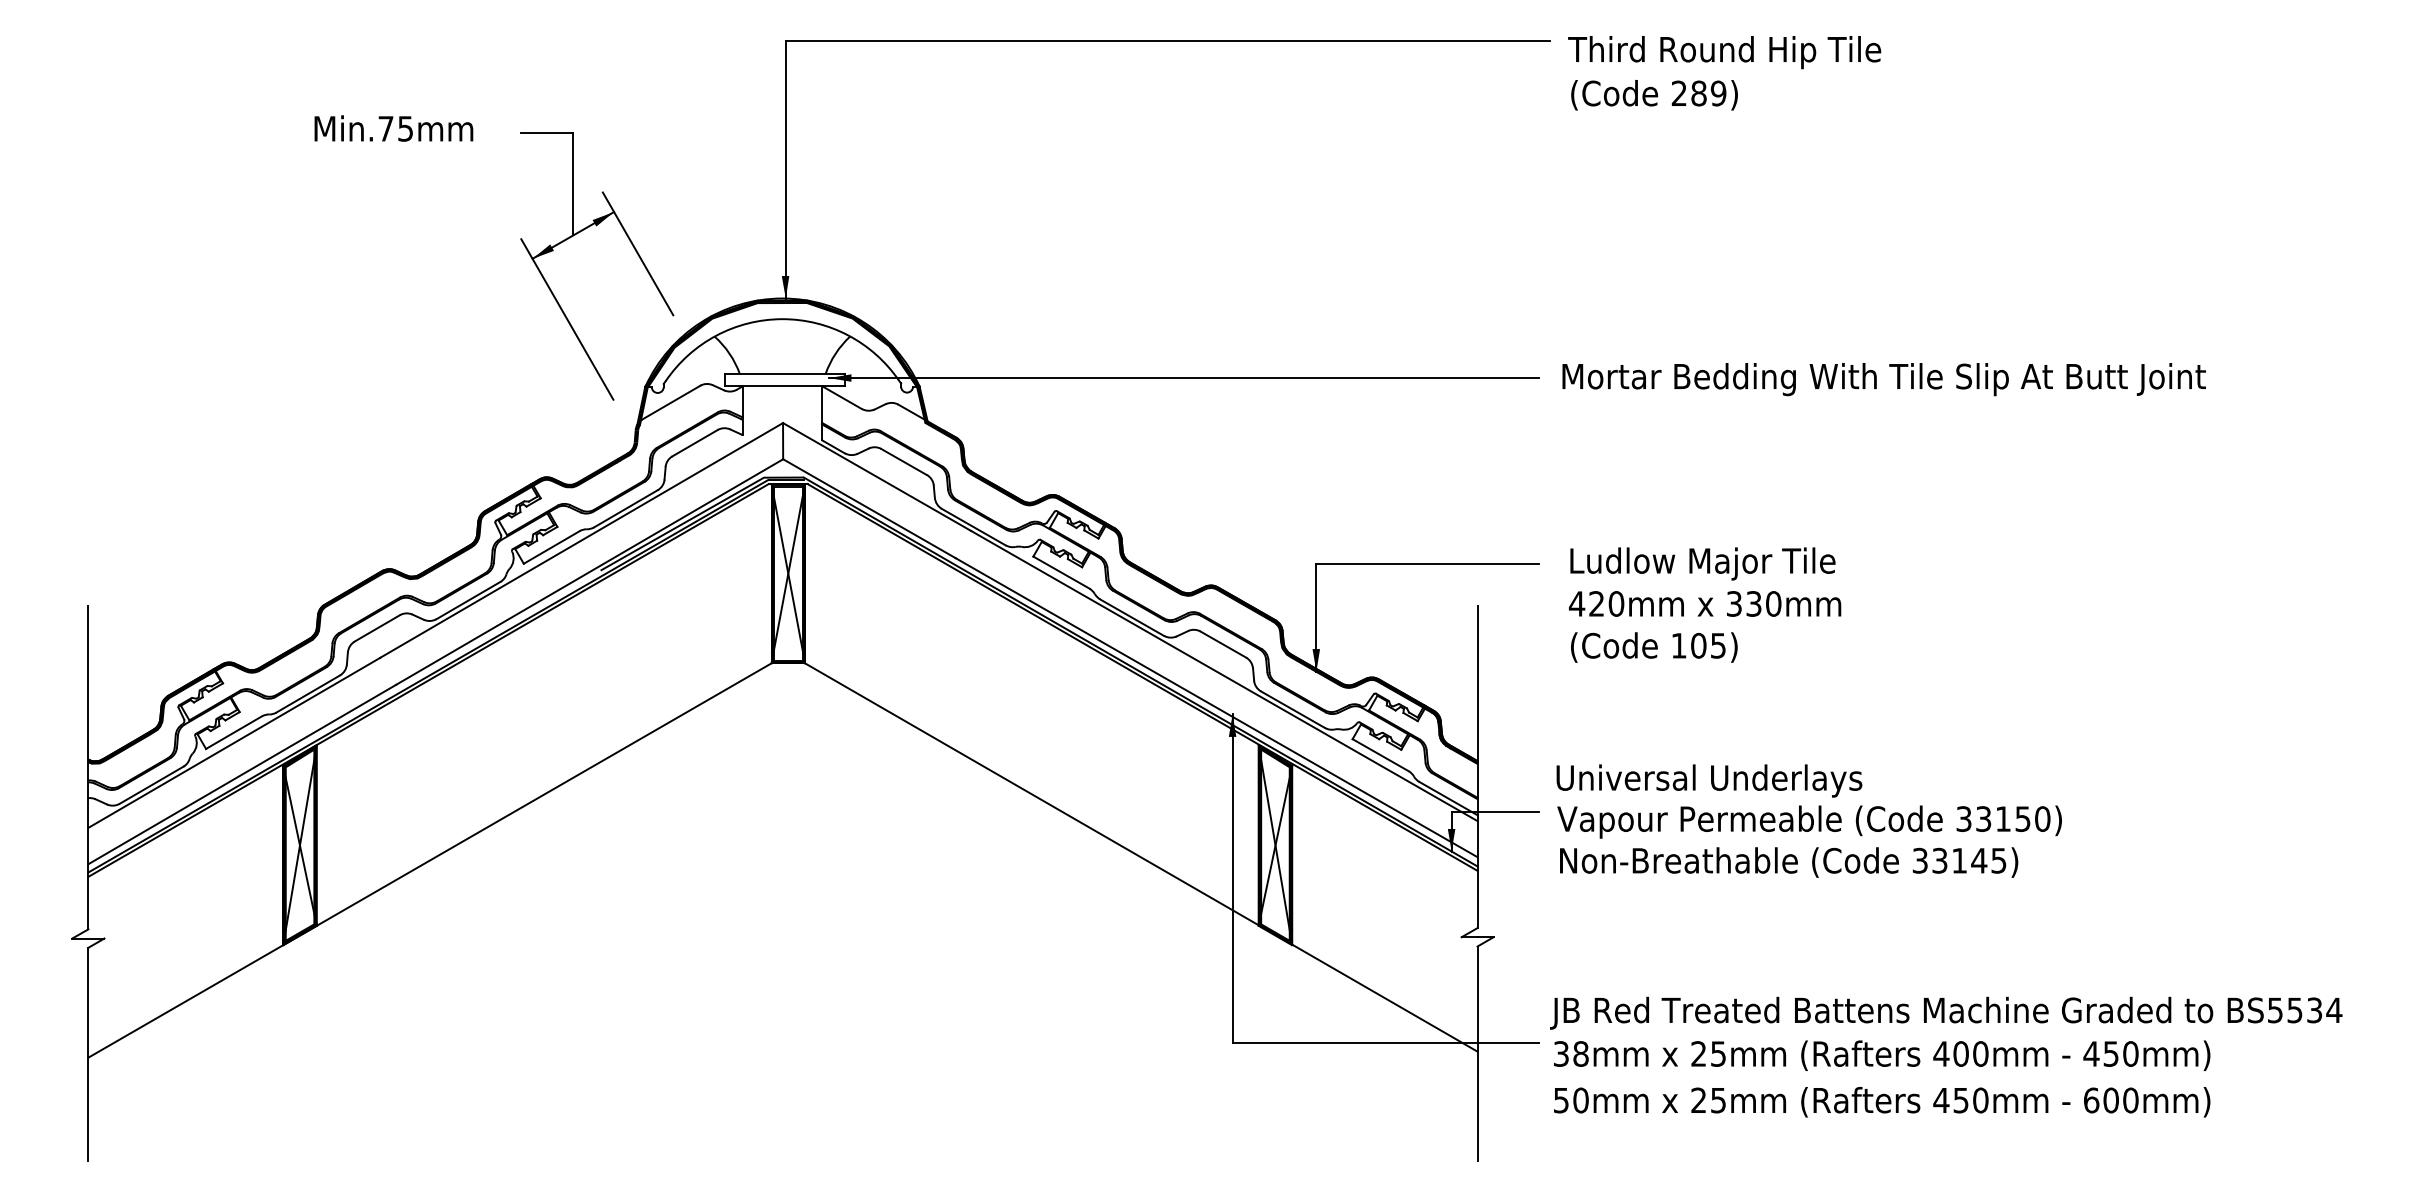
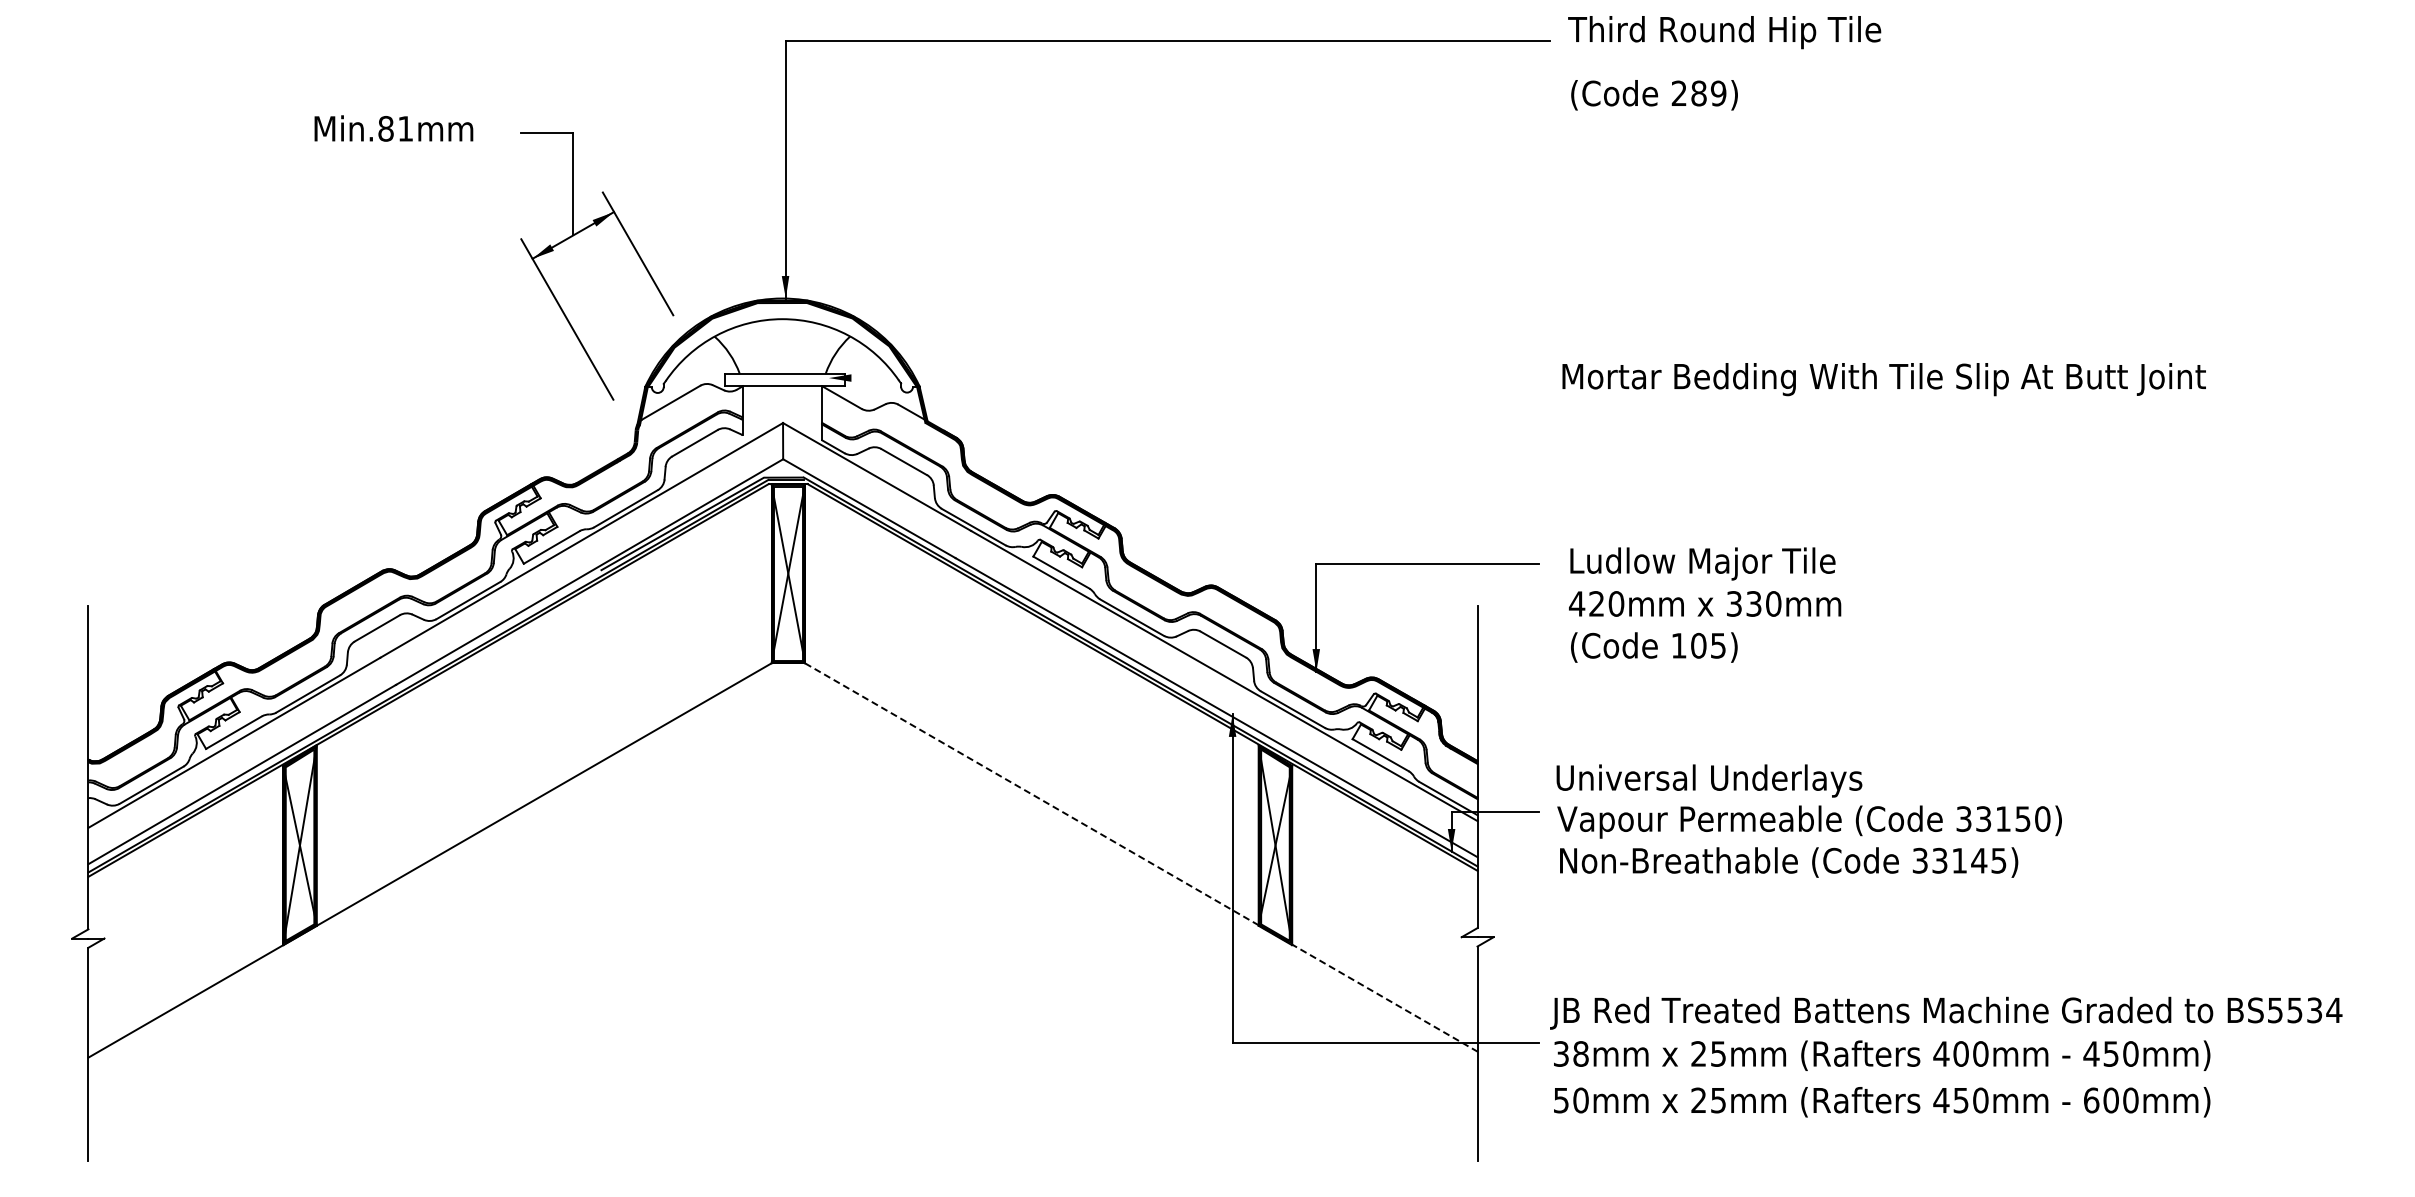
text at (1724, 52) position: (1724, 52) -> (1724, 32)
text at (395, 128): Min.75mm -> Min.81mm
line at (1183, 378): present -> none
line at (1141, 857): solid -> dashed
